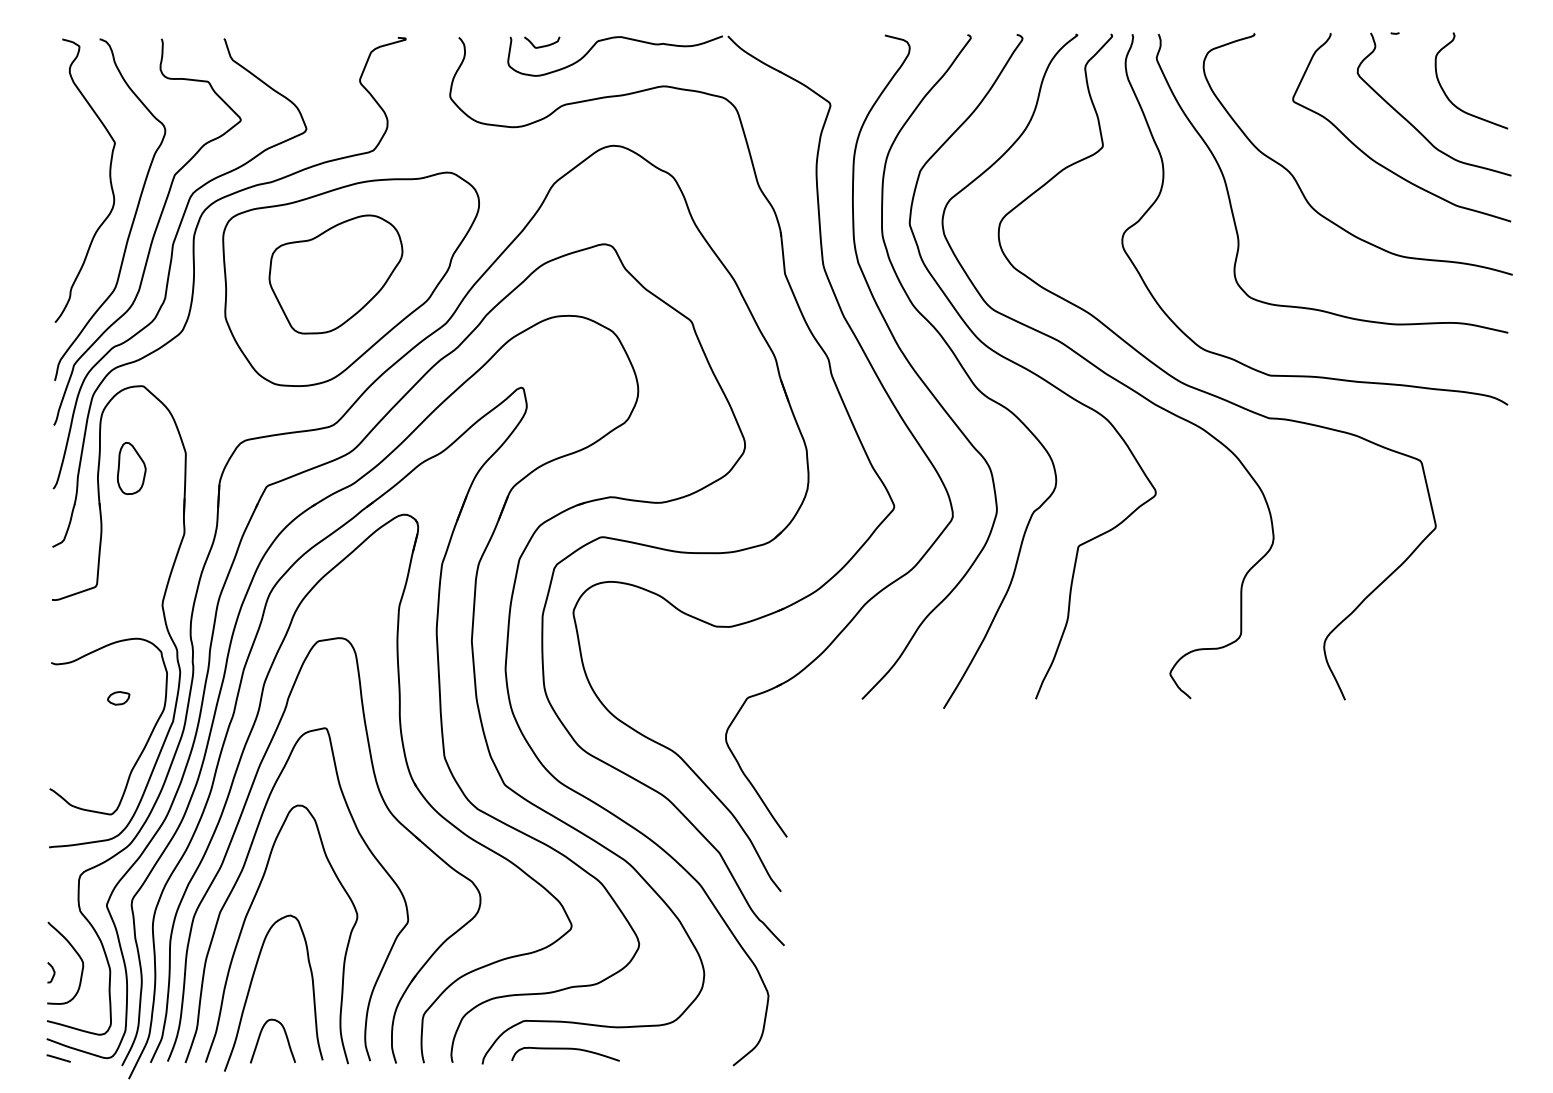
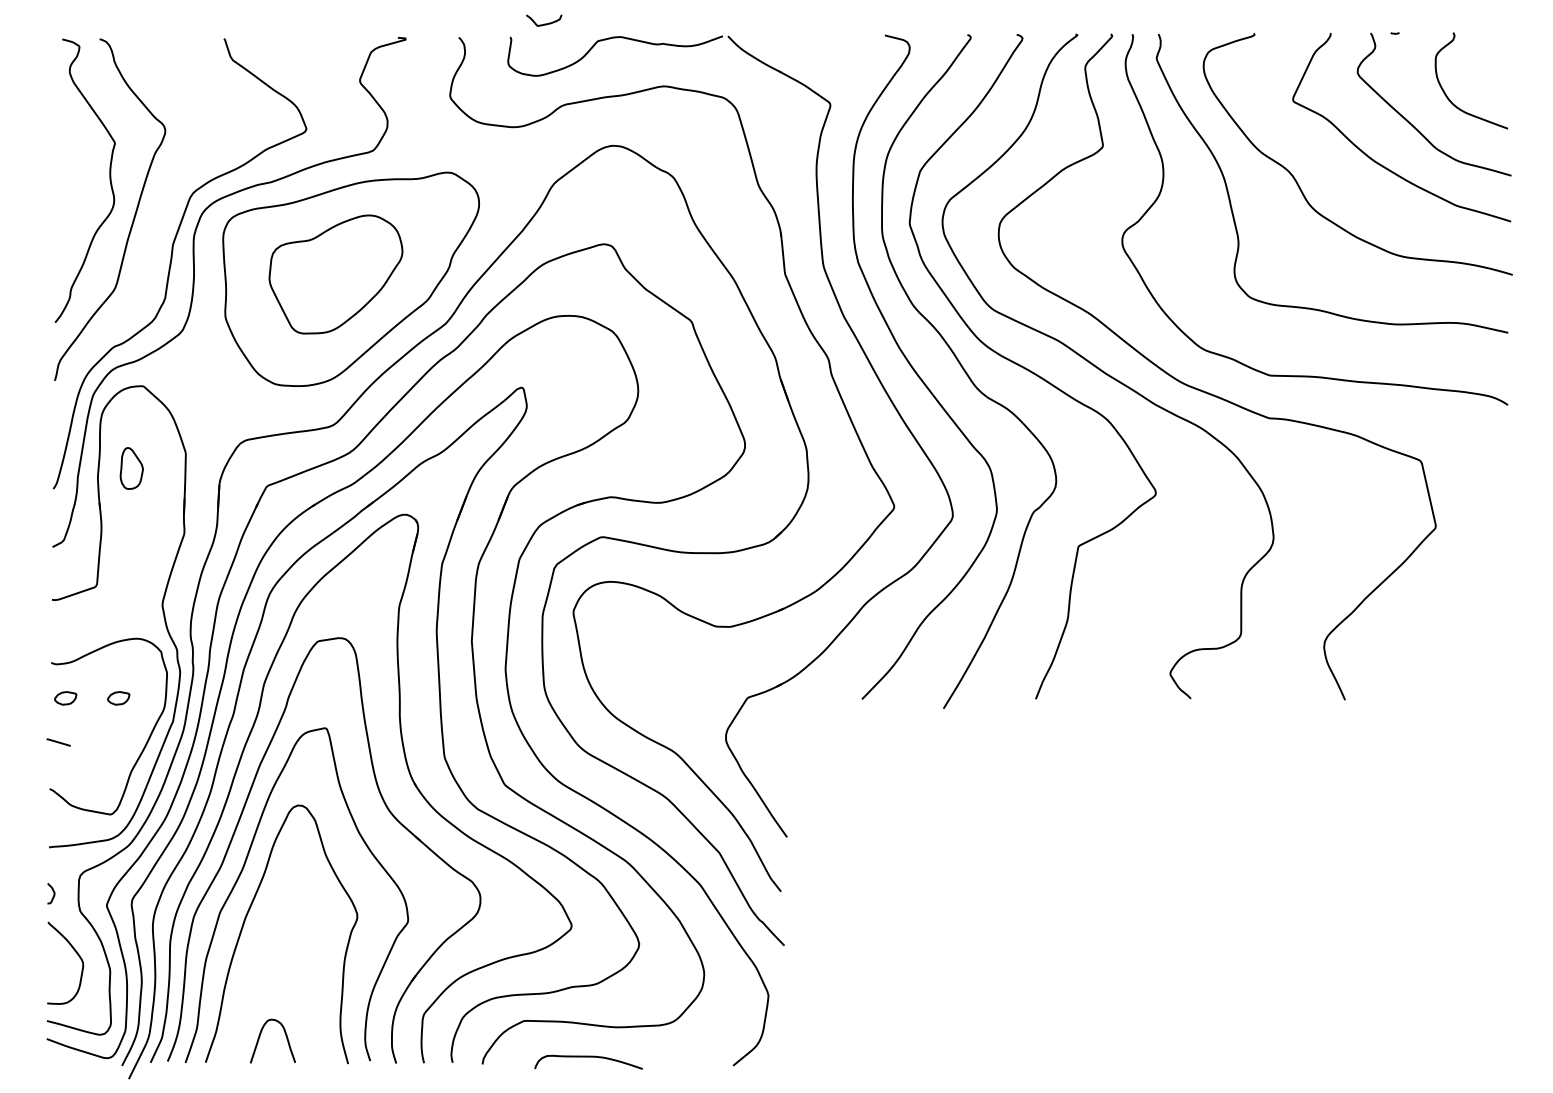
curve at (542, 45) position: (542, 45) -> (544, 23)
curve at (153, 233): present -> none
part at (131, 468) size: 30x53 px -> 25x43 px
part at (65, 698): none -> present
curve at (53, 972) position: (53, 972) -> (53, 893)
curve at (251, 985): present -> none
curve at (565, 1049) position: (565, 1049) -> (588, 1057)
line at (58, 1058) position: (58, 1058) -> (58, 742)
